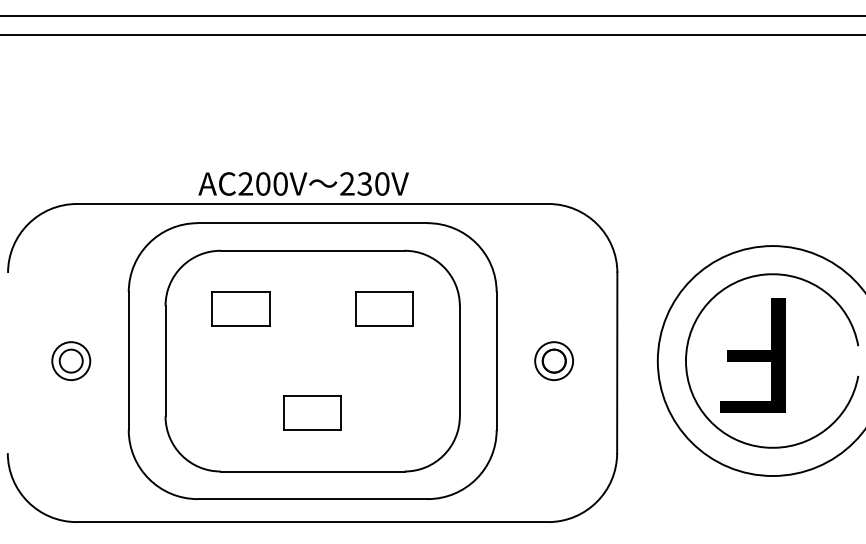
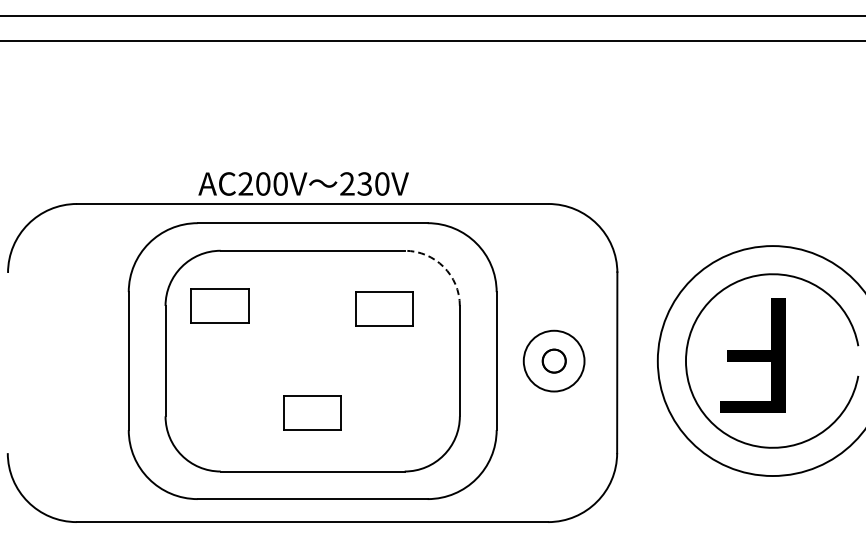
line at (432, 34) position: (432, 34) -> (432, 40)
arc at (443, 266): solid -> dashed
part at (240, 308) position: (240, 308) -> (219, 305)
part at (71, 360): present -> none
circle at (554, 361) diameter: 38 px -> 61 px
